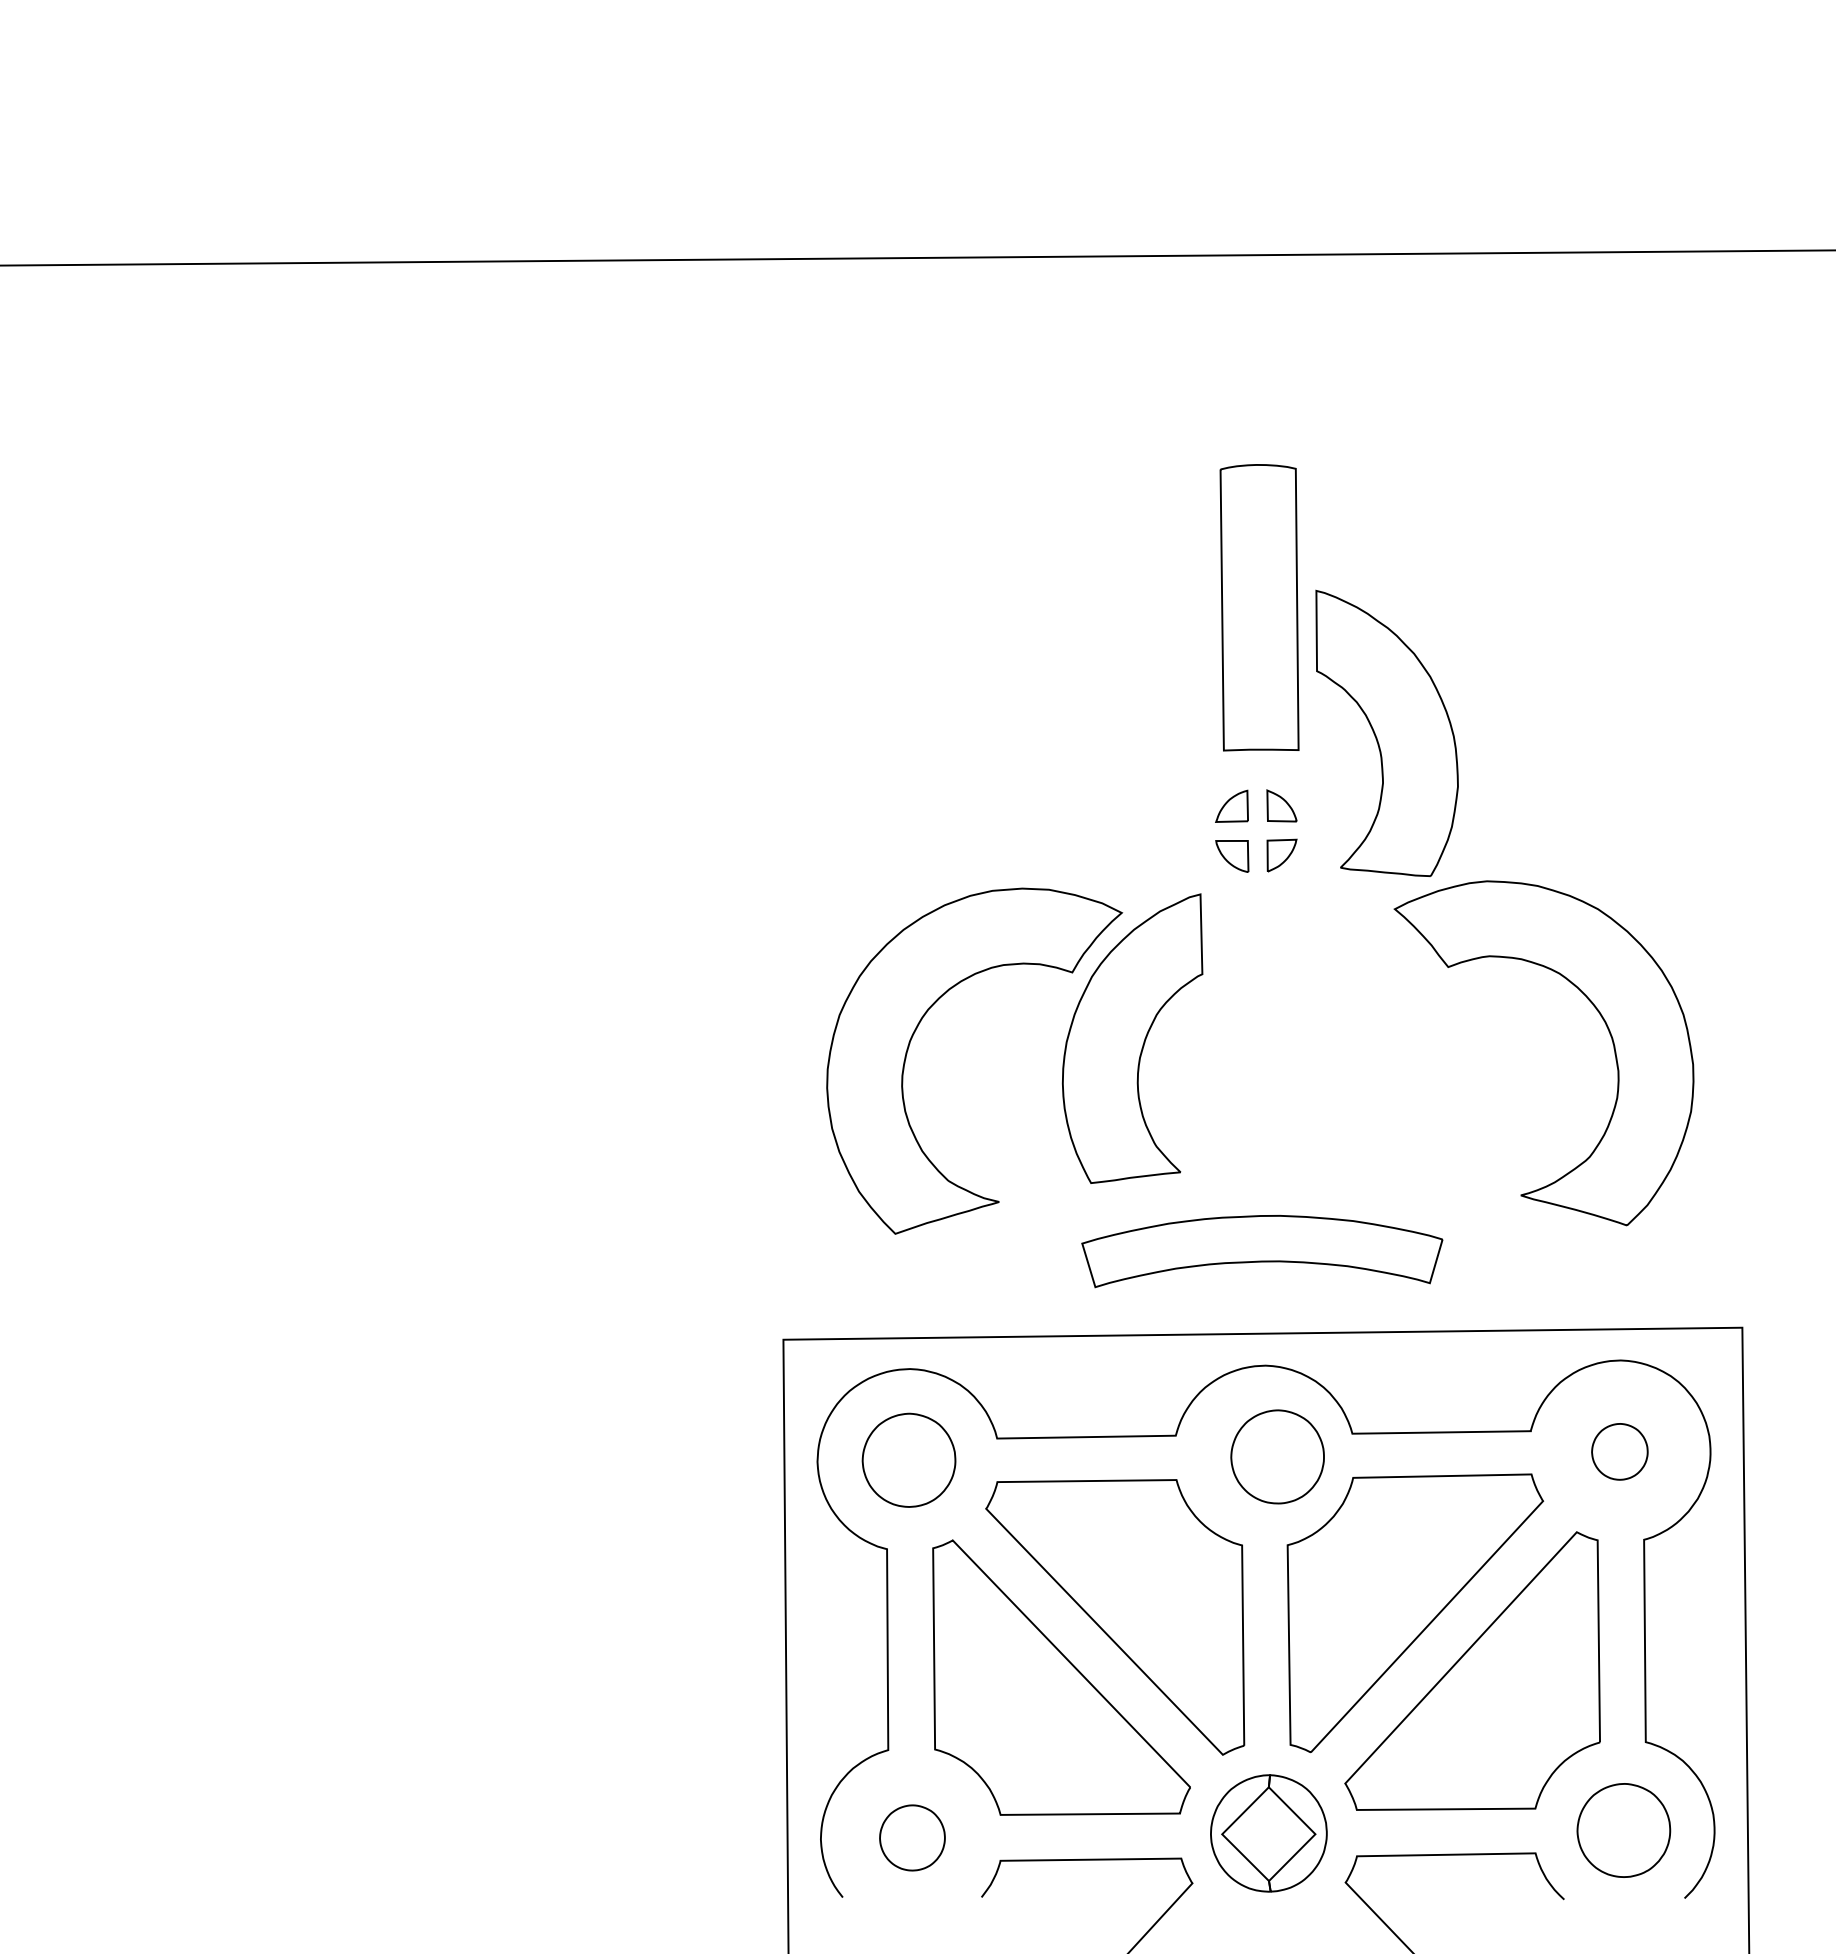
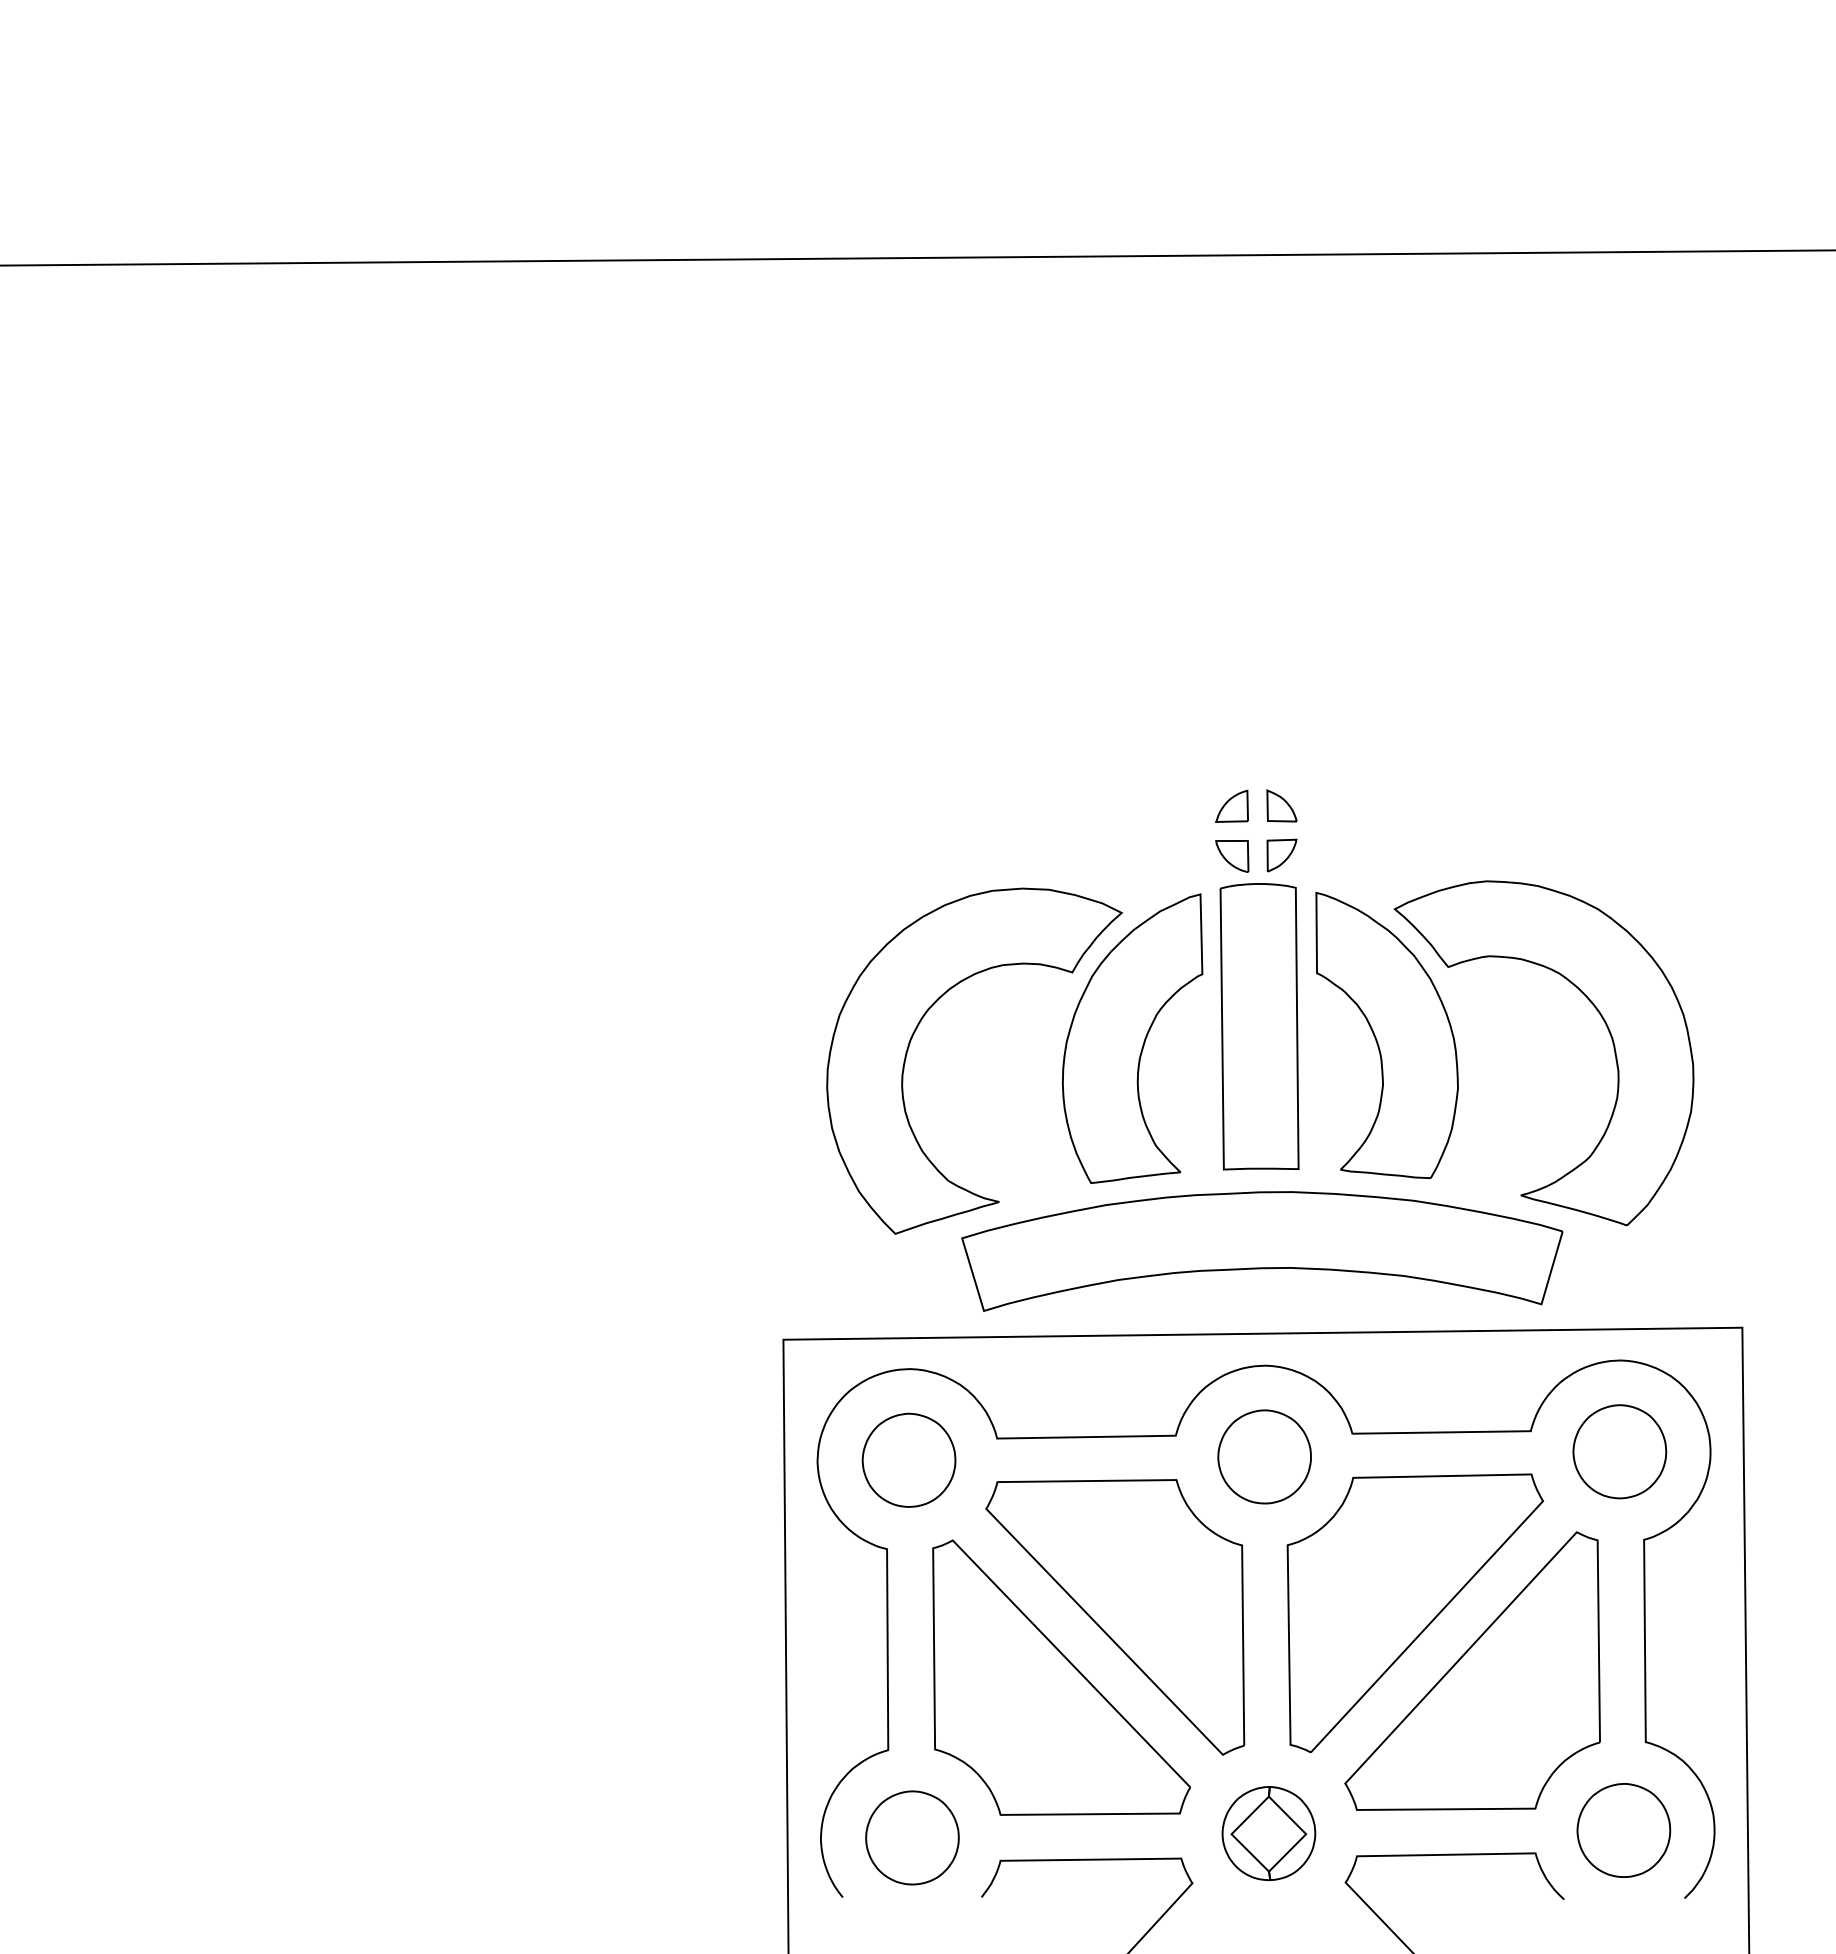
part at (1259, 607) position: (1259, 607) -> (1259, 1026)
part at (1386, 732) position: (1386, 732) -> (1386, 1034)
part at (1262, 1251) size: 363x74 px -> 603x121 px
part at (1619, 1451) size: 58x58 px -> 96x96 px
part at (1277, 1456) position: (1277, 1456) -> (1264, 1456)
part at (1268, 1833) size: 118x119 px -> 96x96 px
part at (912, 1837) size: 67x68 px -> 95x96 px
